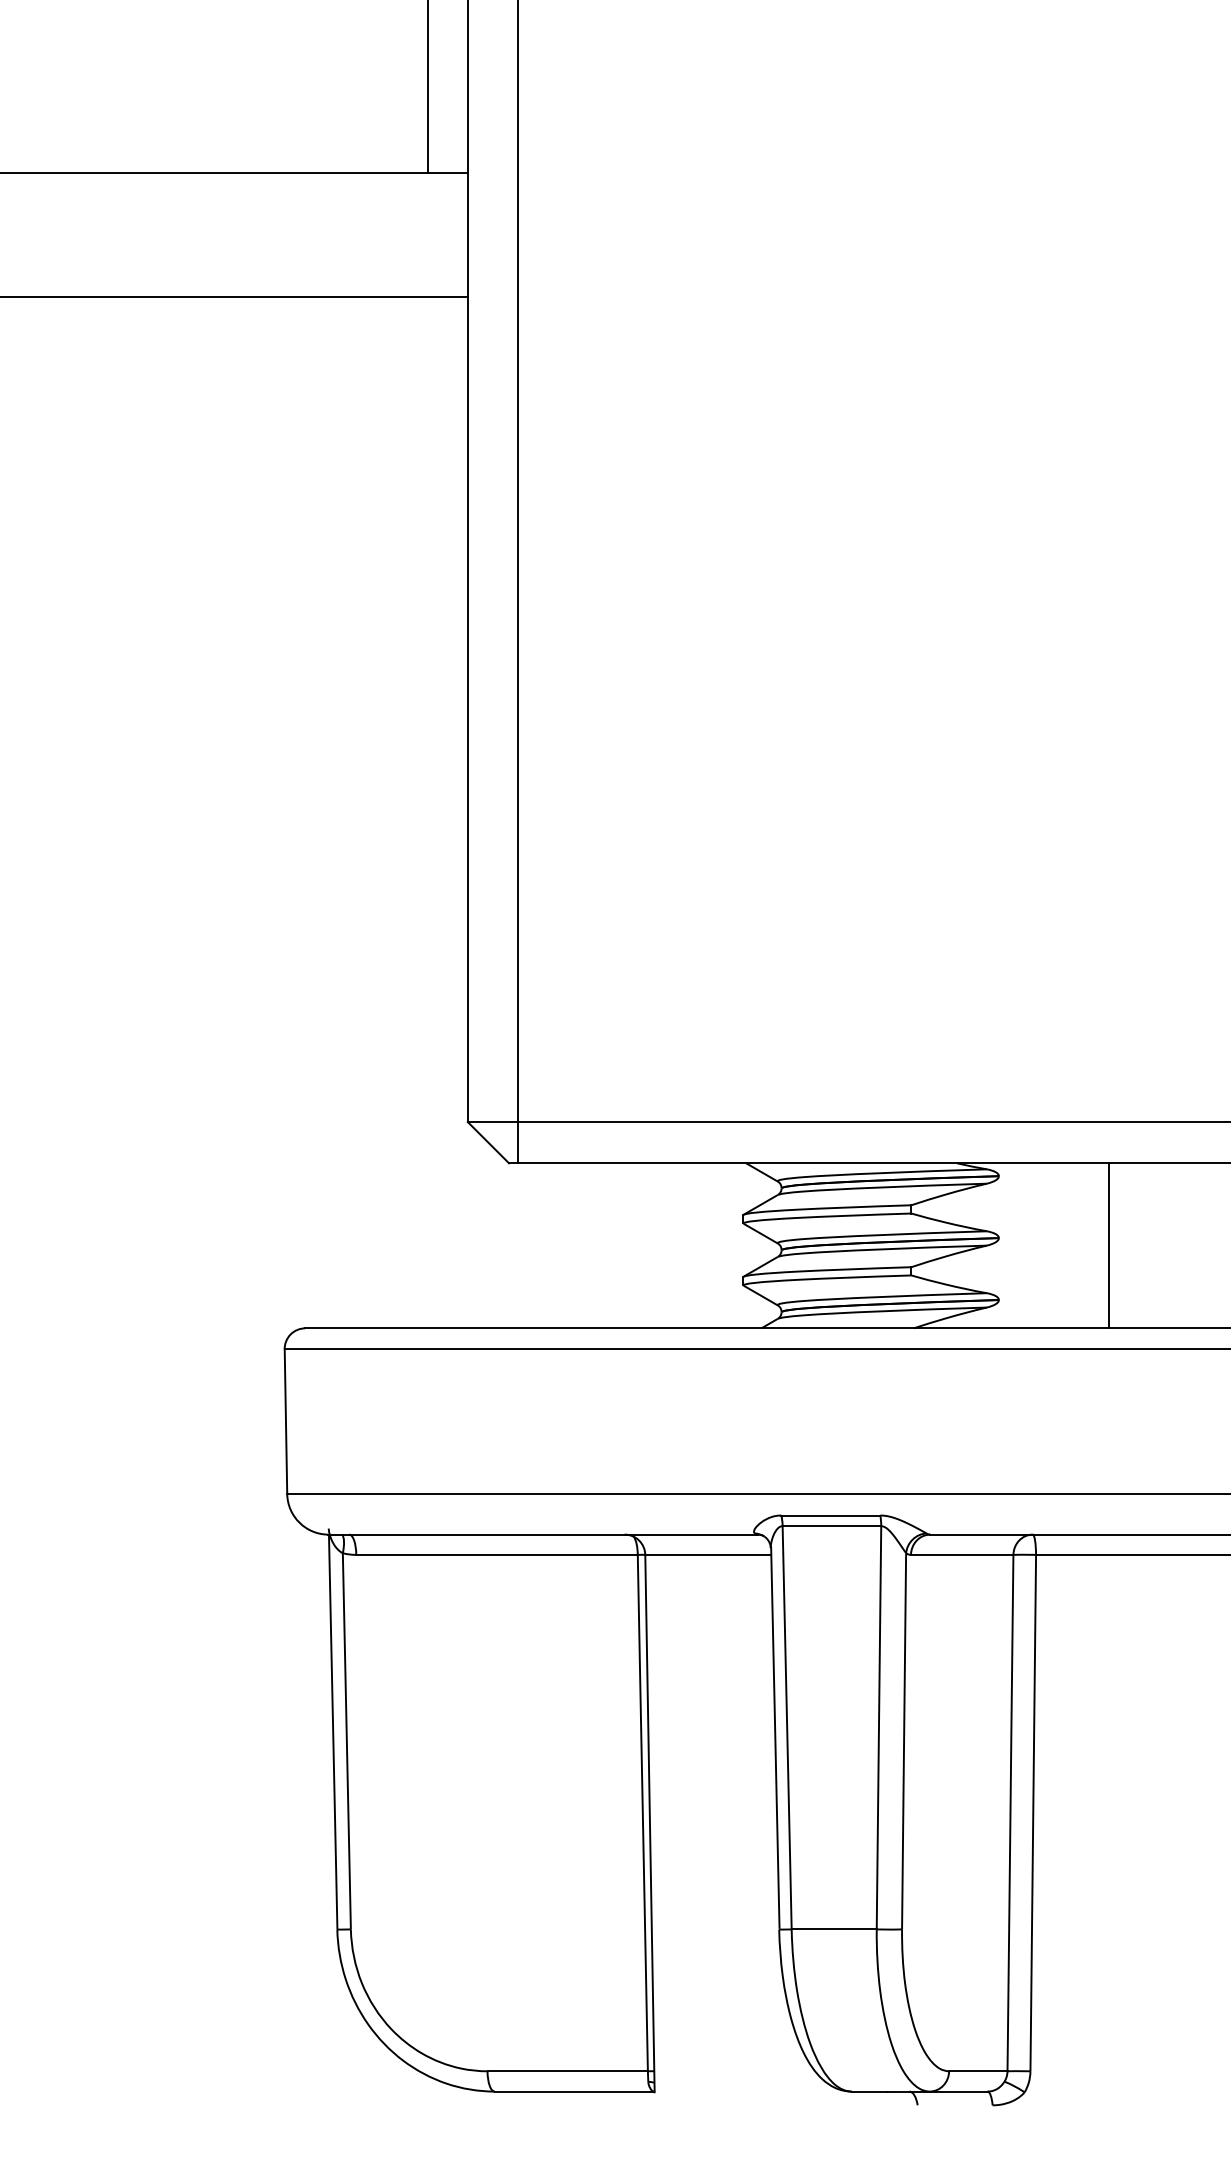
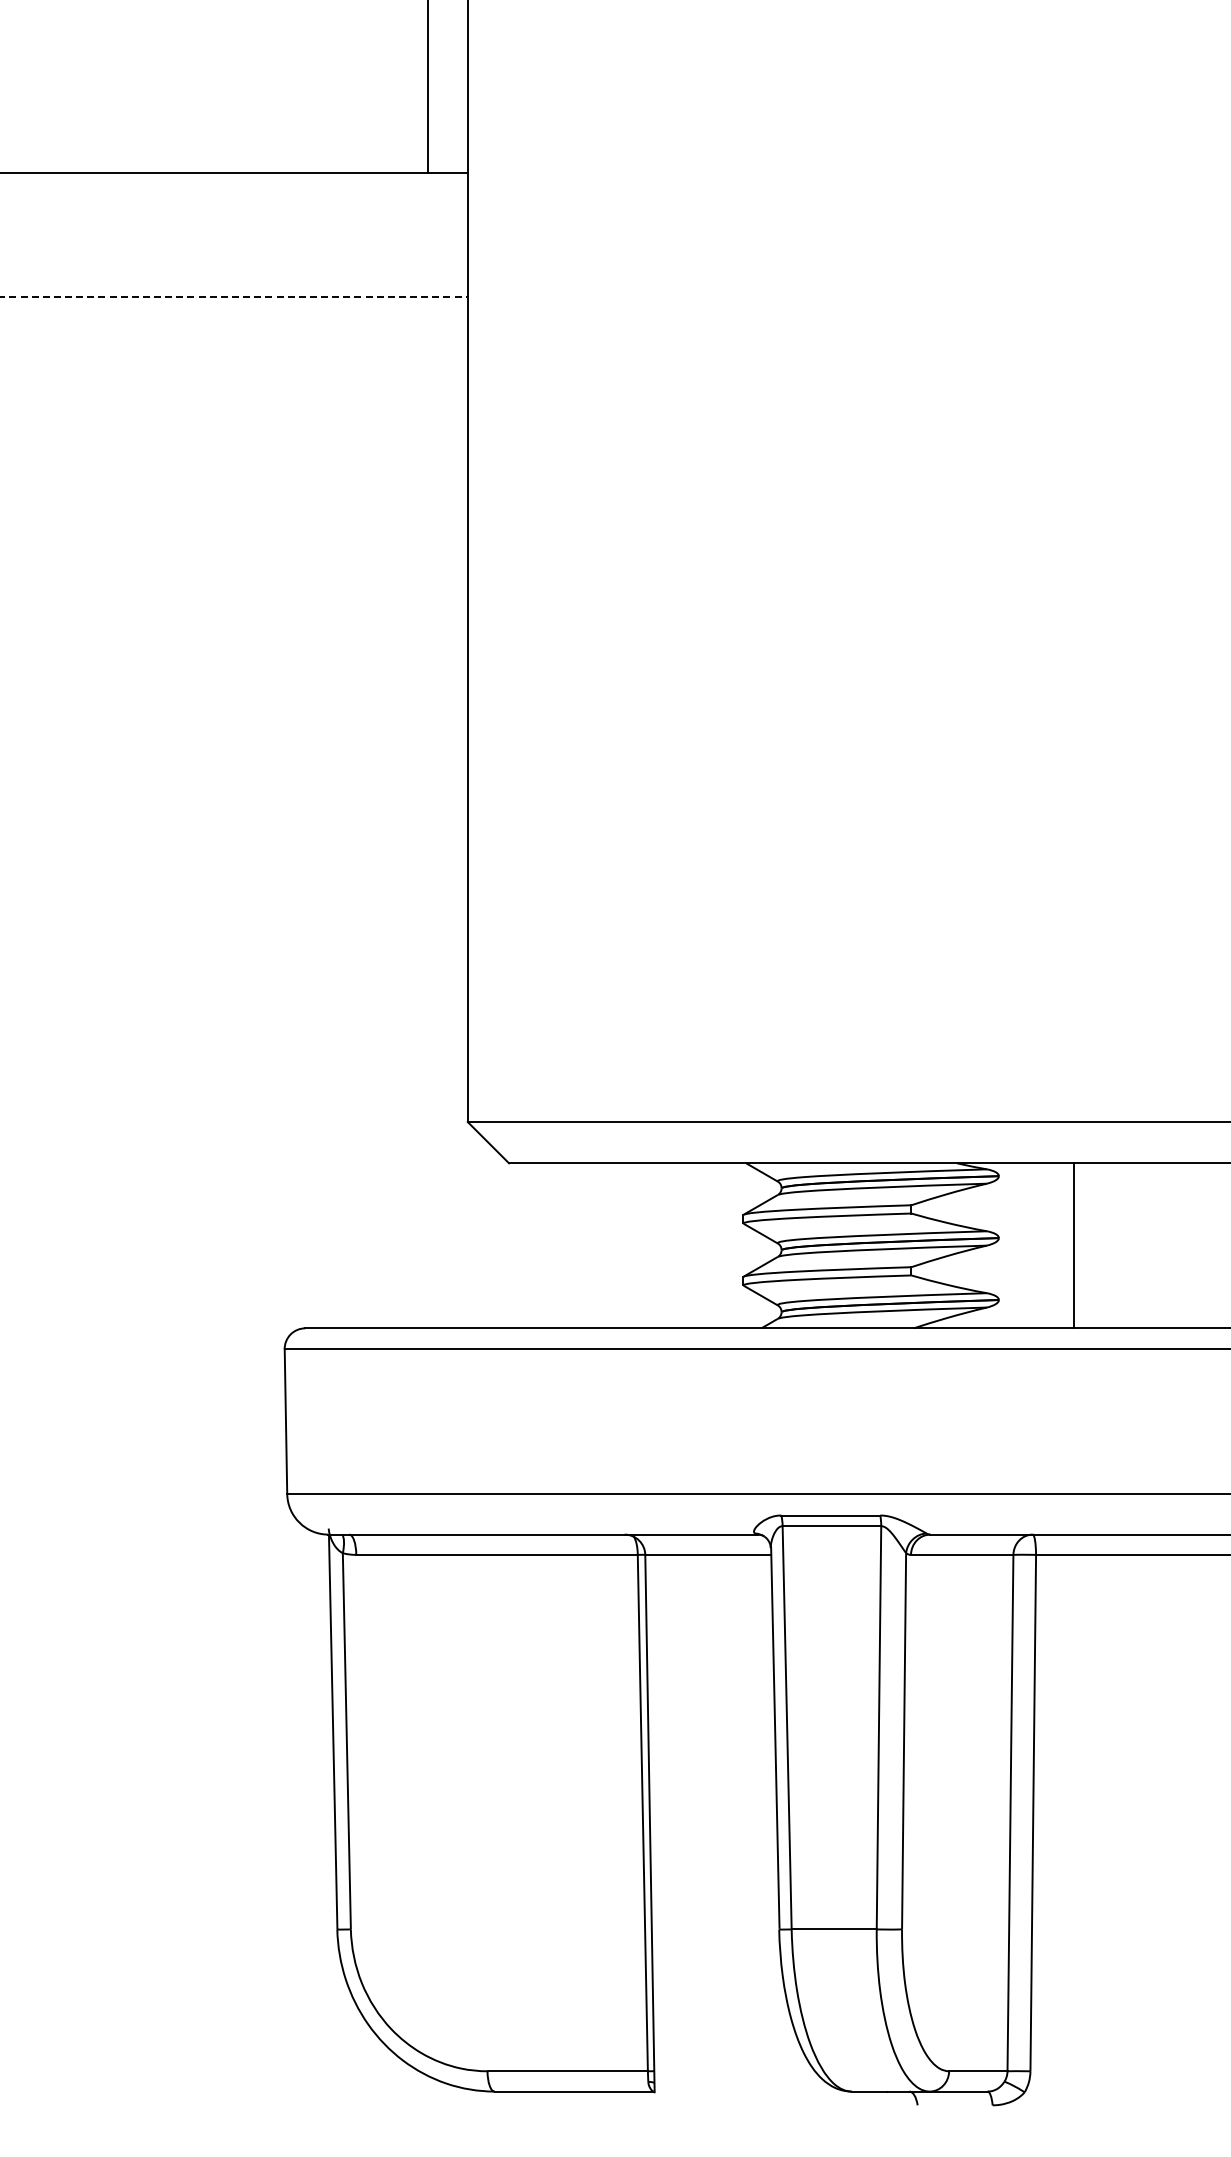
line at (234, 296): solid -> dashed
line at (517, 582): present -> none
line at (1109, 1245) position: (1109, 1245) -> (1074, 1245)
